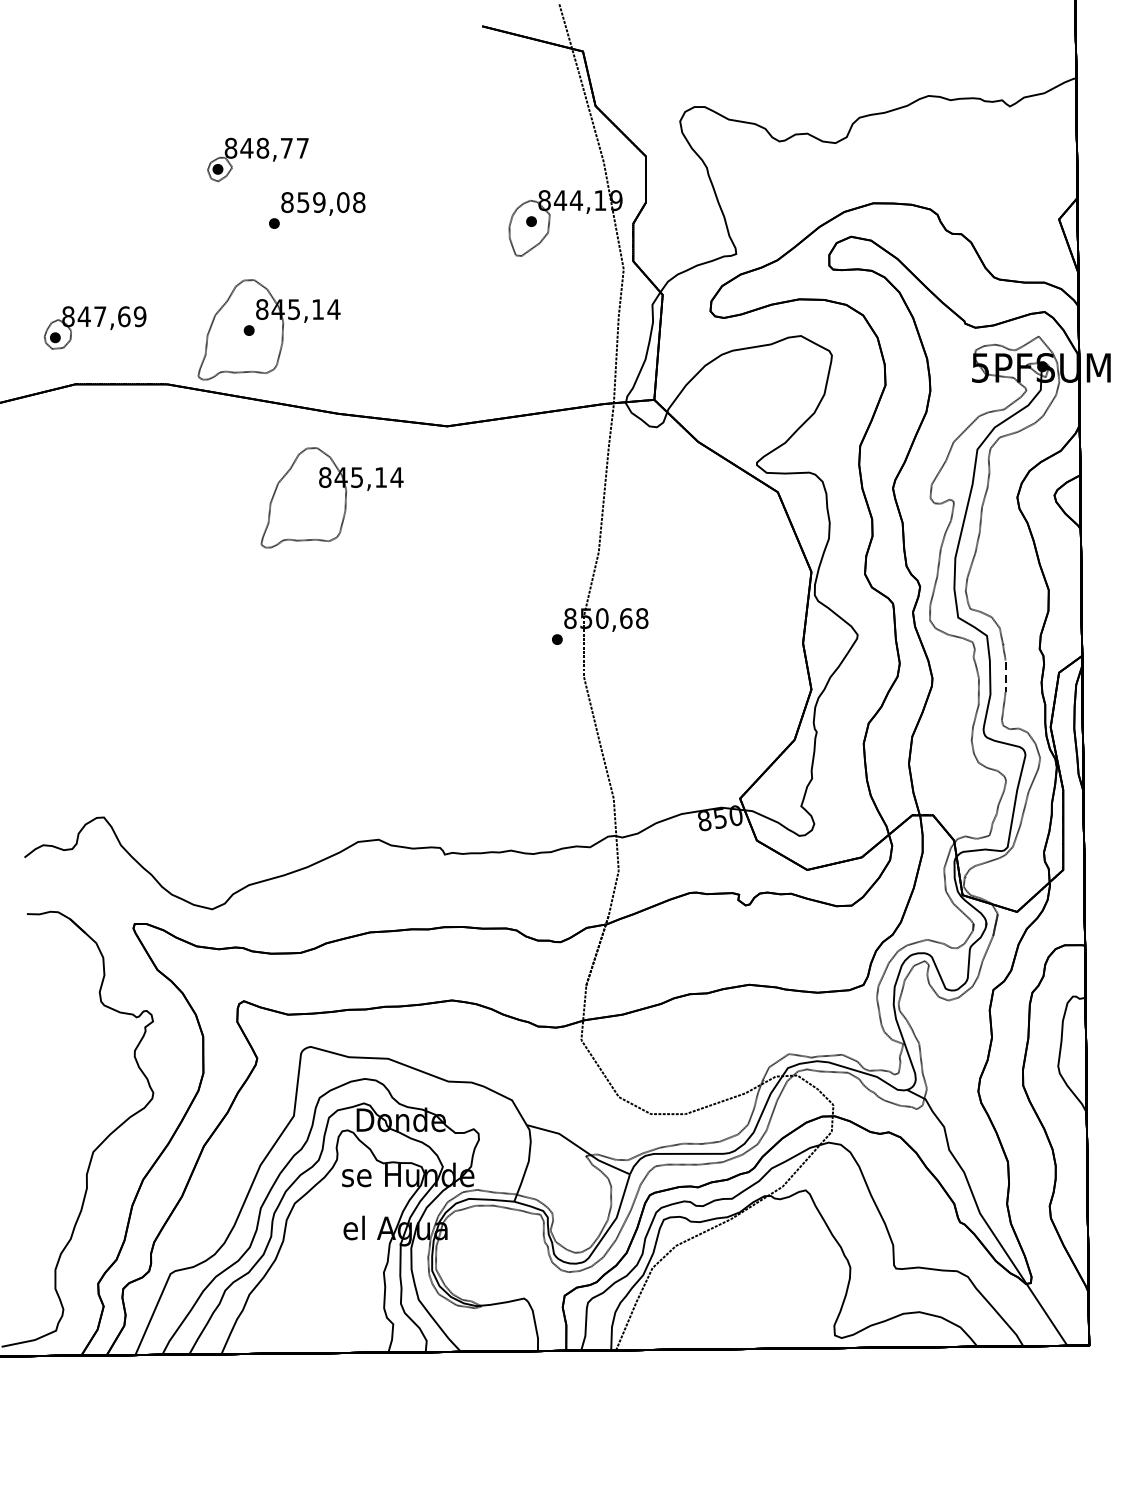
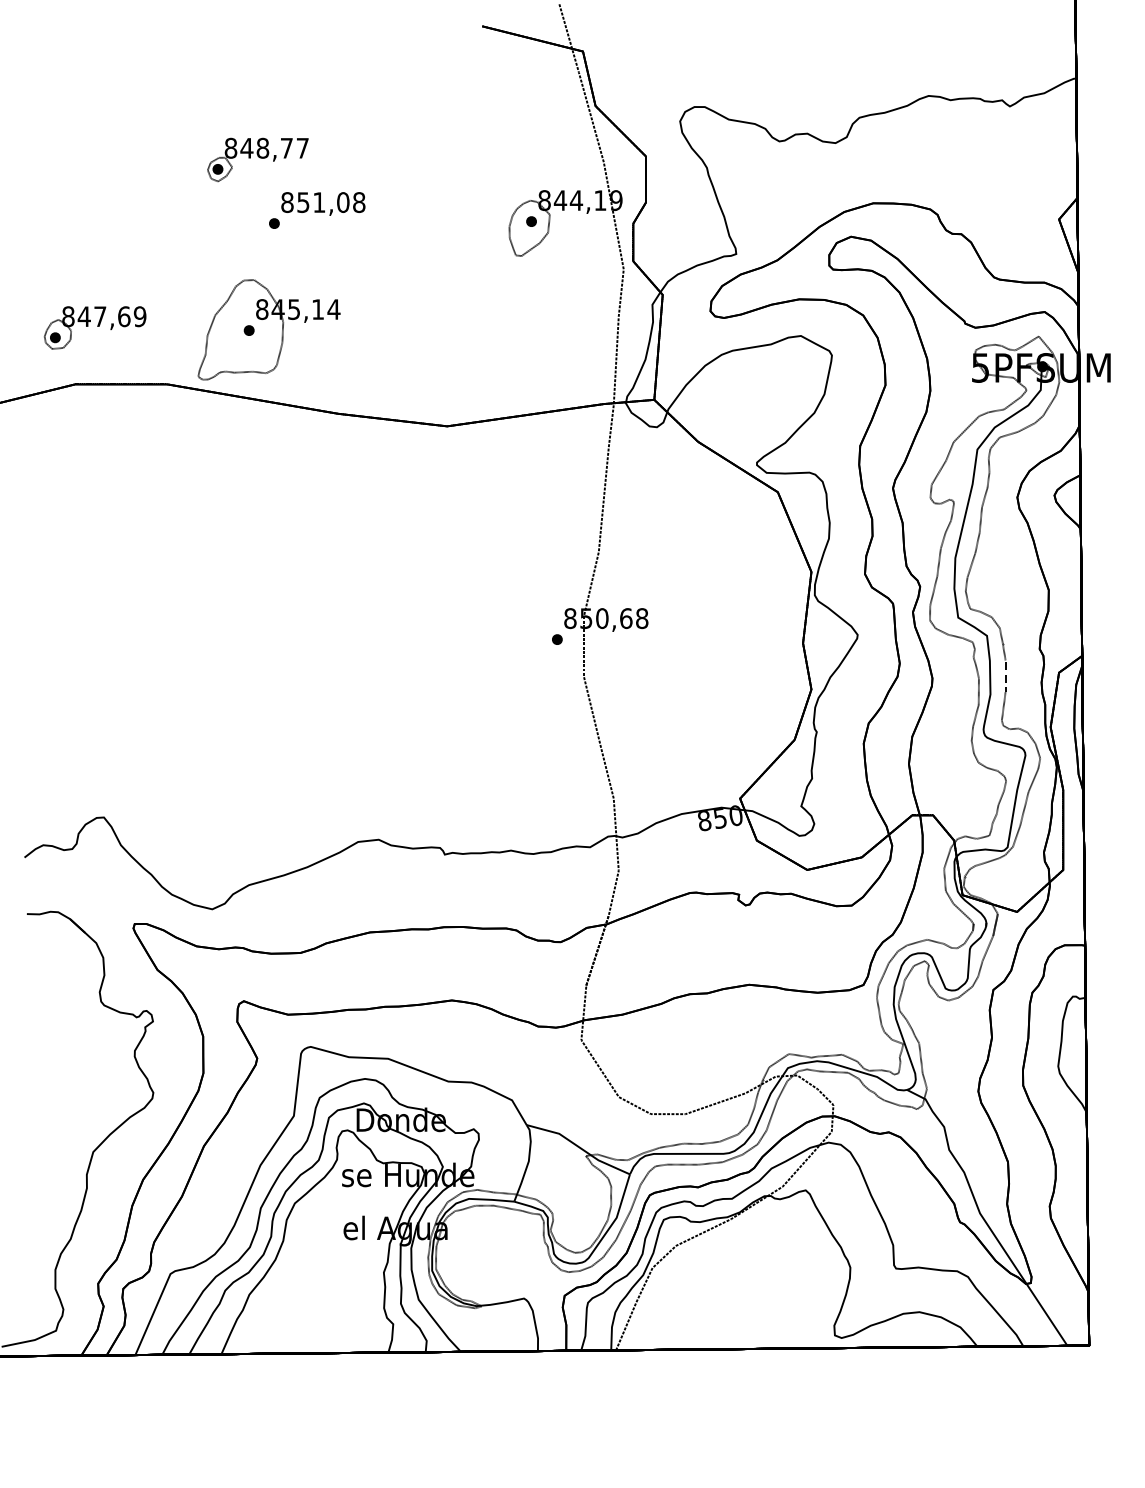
text at (319, 202): 859,08 -> 851,08
part at (331, 497): present -> none
